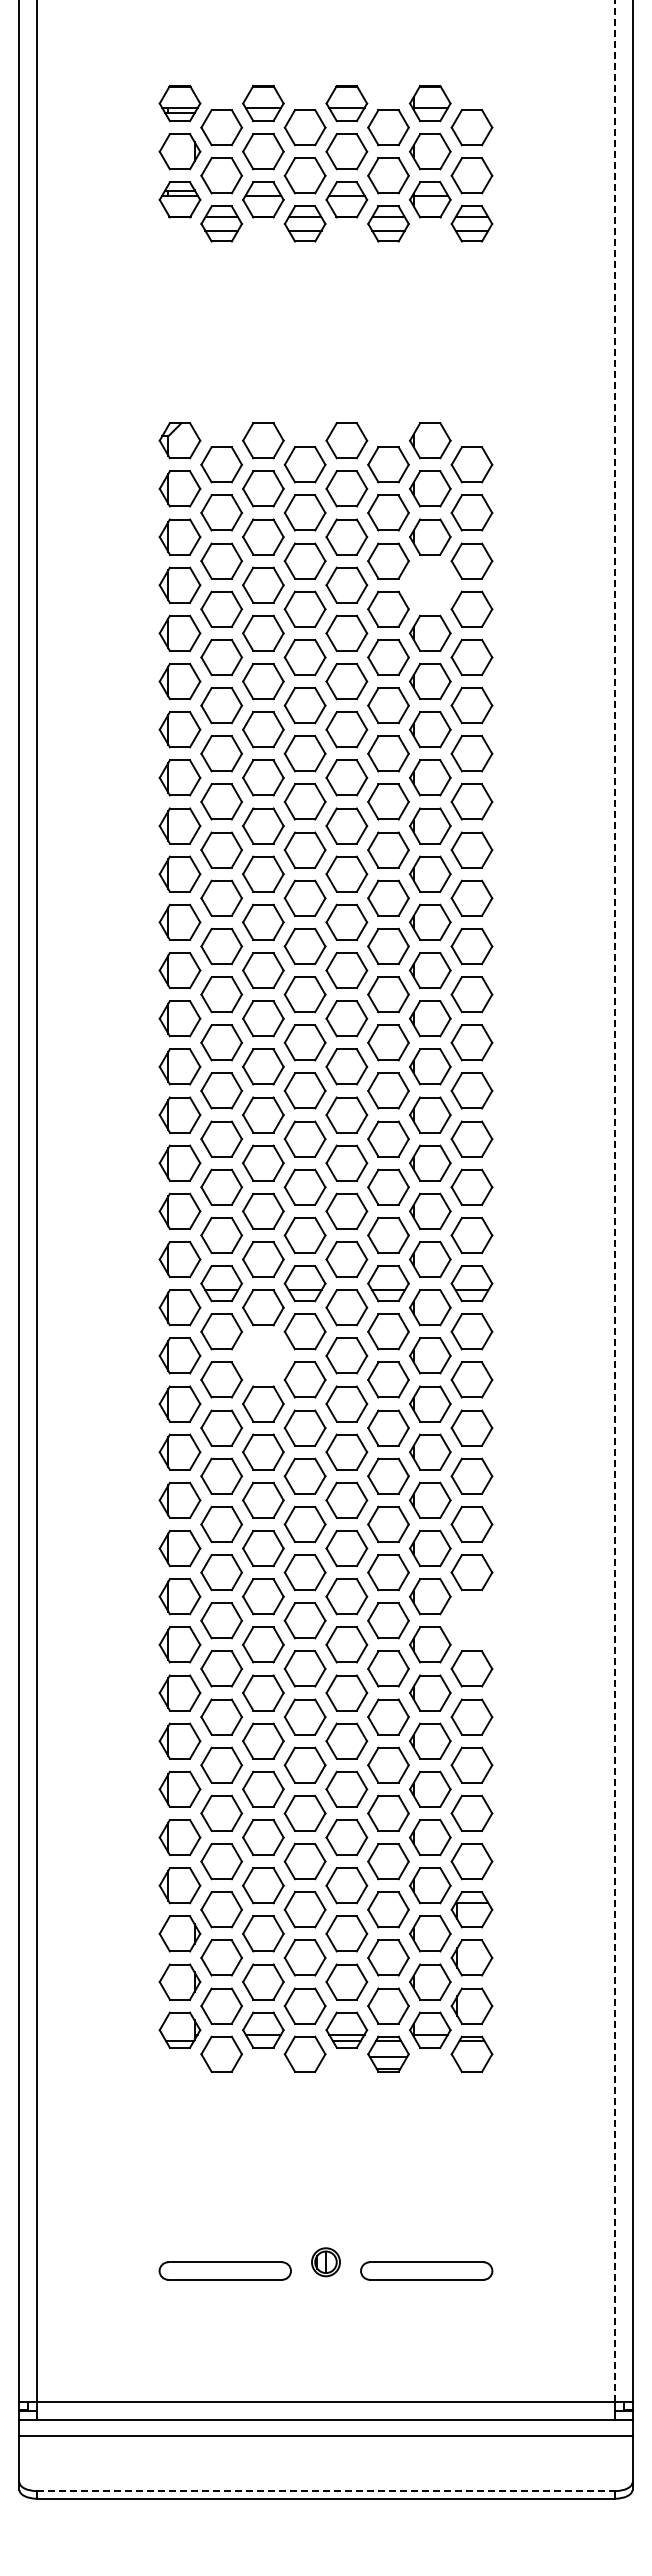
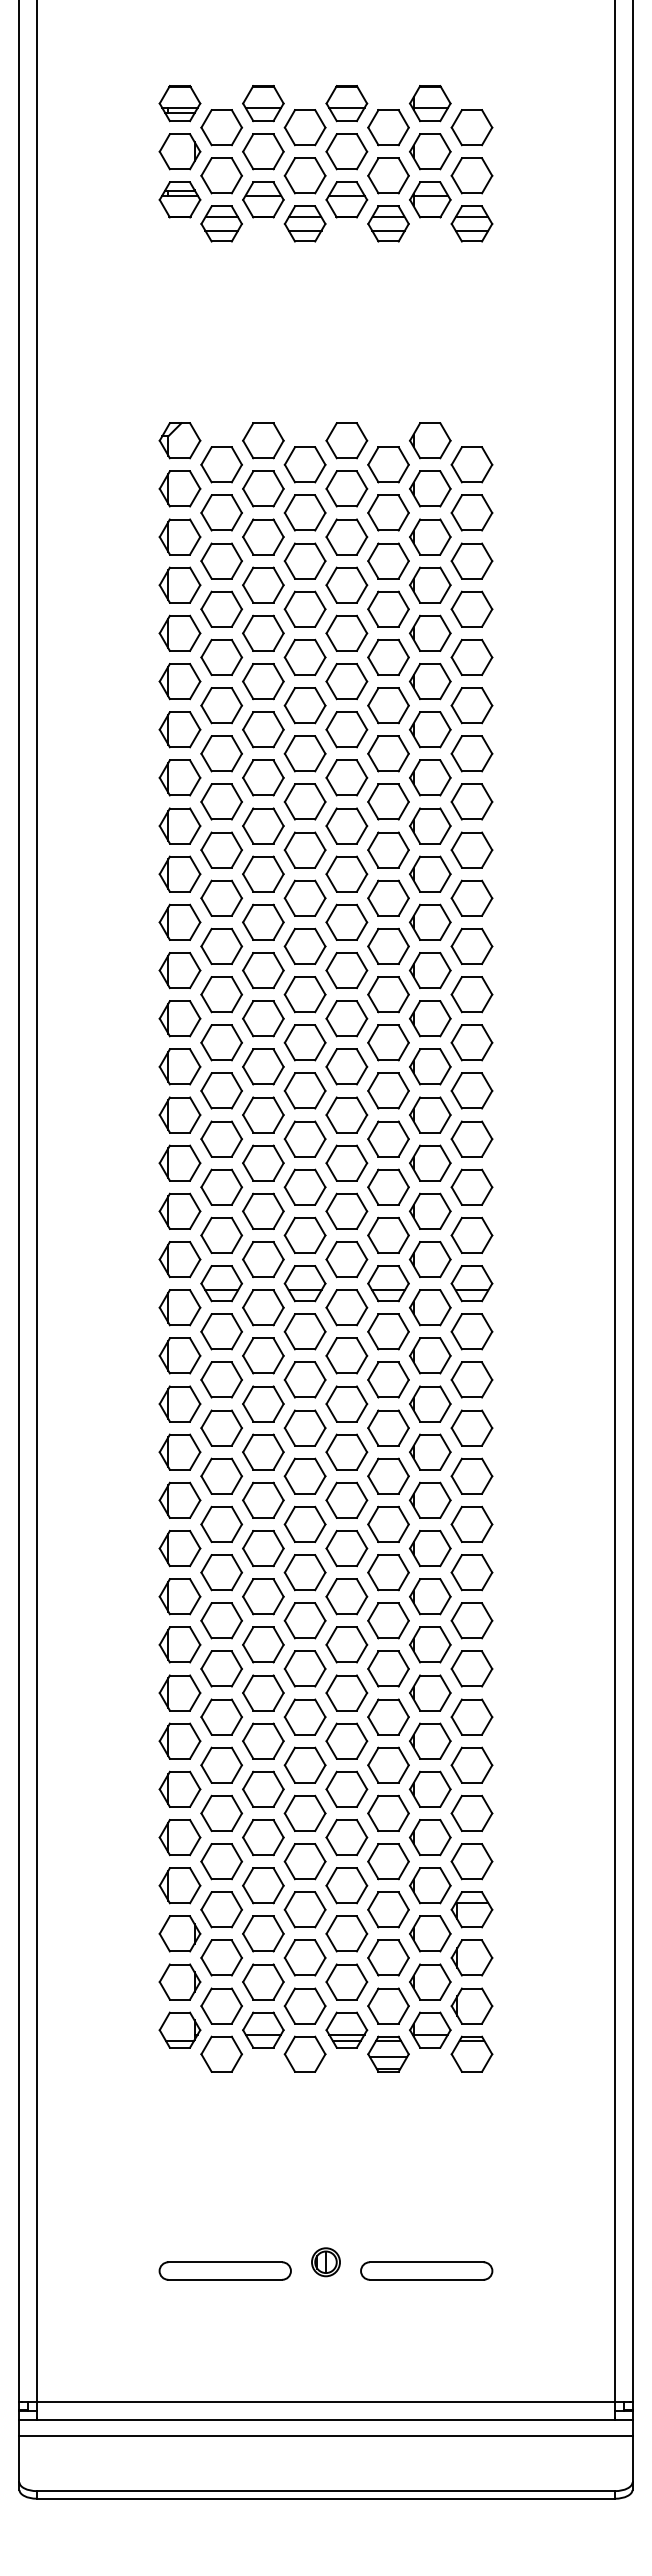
part at (430, 584): none -> present
line at (615, 1201): dashed -> solid
part at (263, 1355): none -> present
part at (471, 1620): none -> present
line at (326, 2491): dashed -> solid
